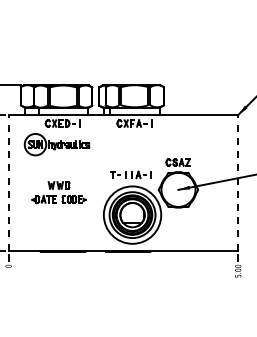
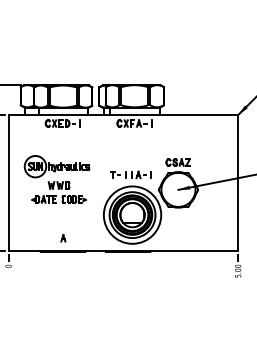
part at (56, 144) position: (56, 144) -> (56, 166)
line at (8, 182): dashed -> solid
line at (238, 182): dashed -> solid
part at (63, 238): none -> present
